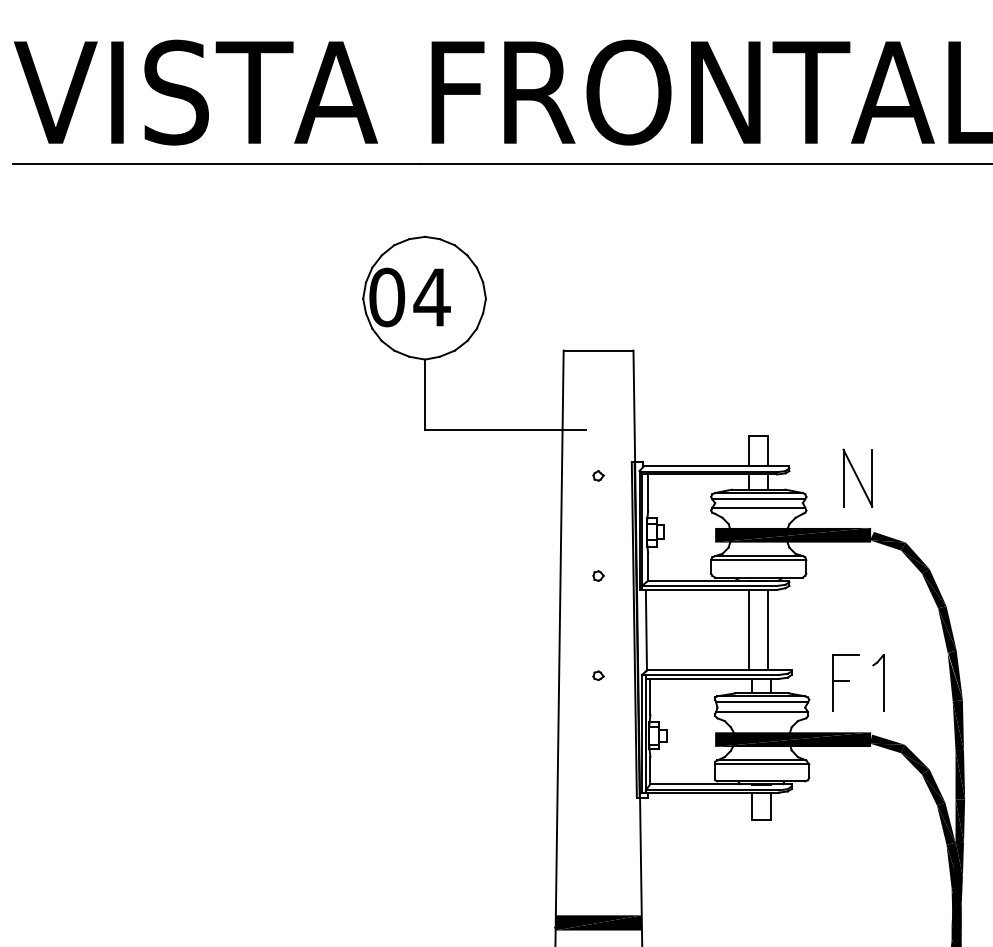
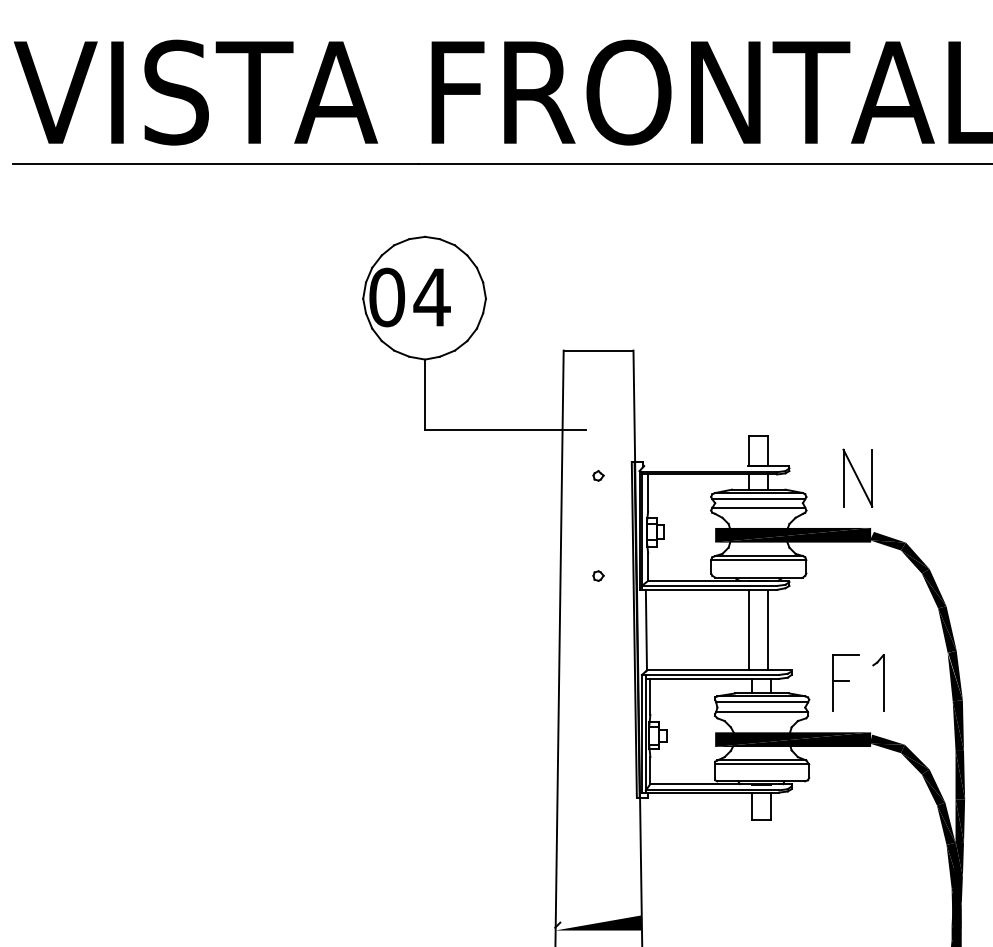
line at (696, 466): present -> none
part at (598, 675): present -> none
fill at (598, 922): present -> none
